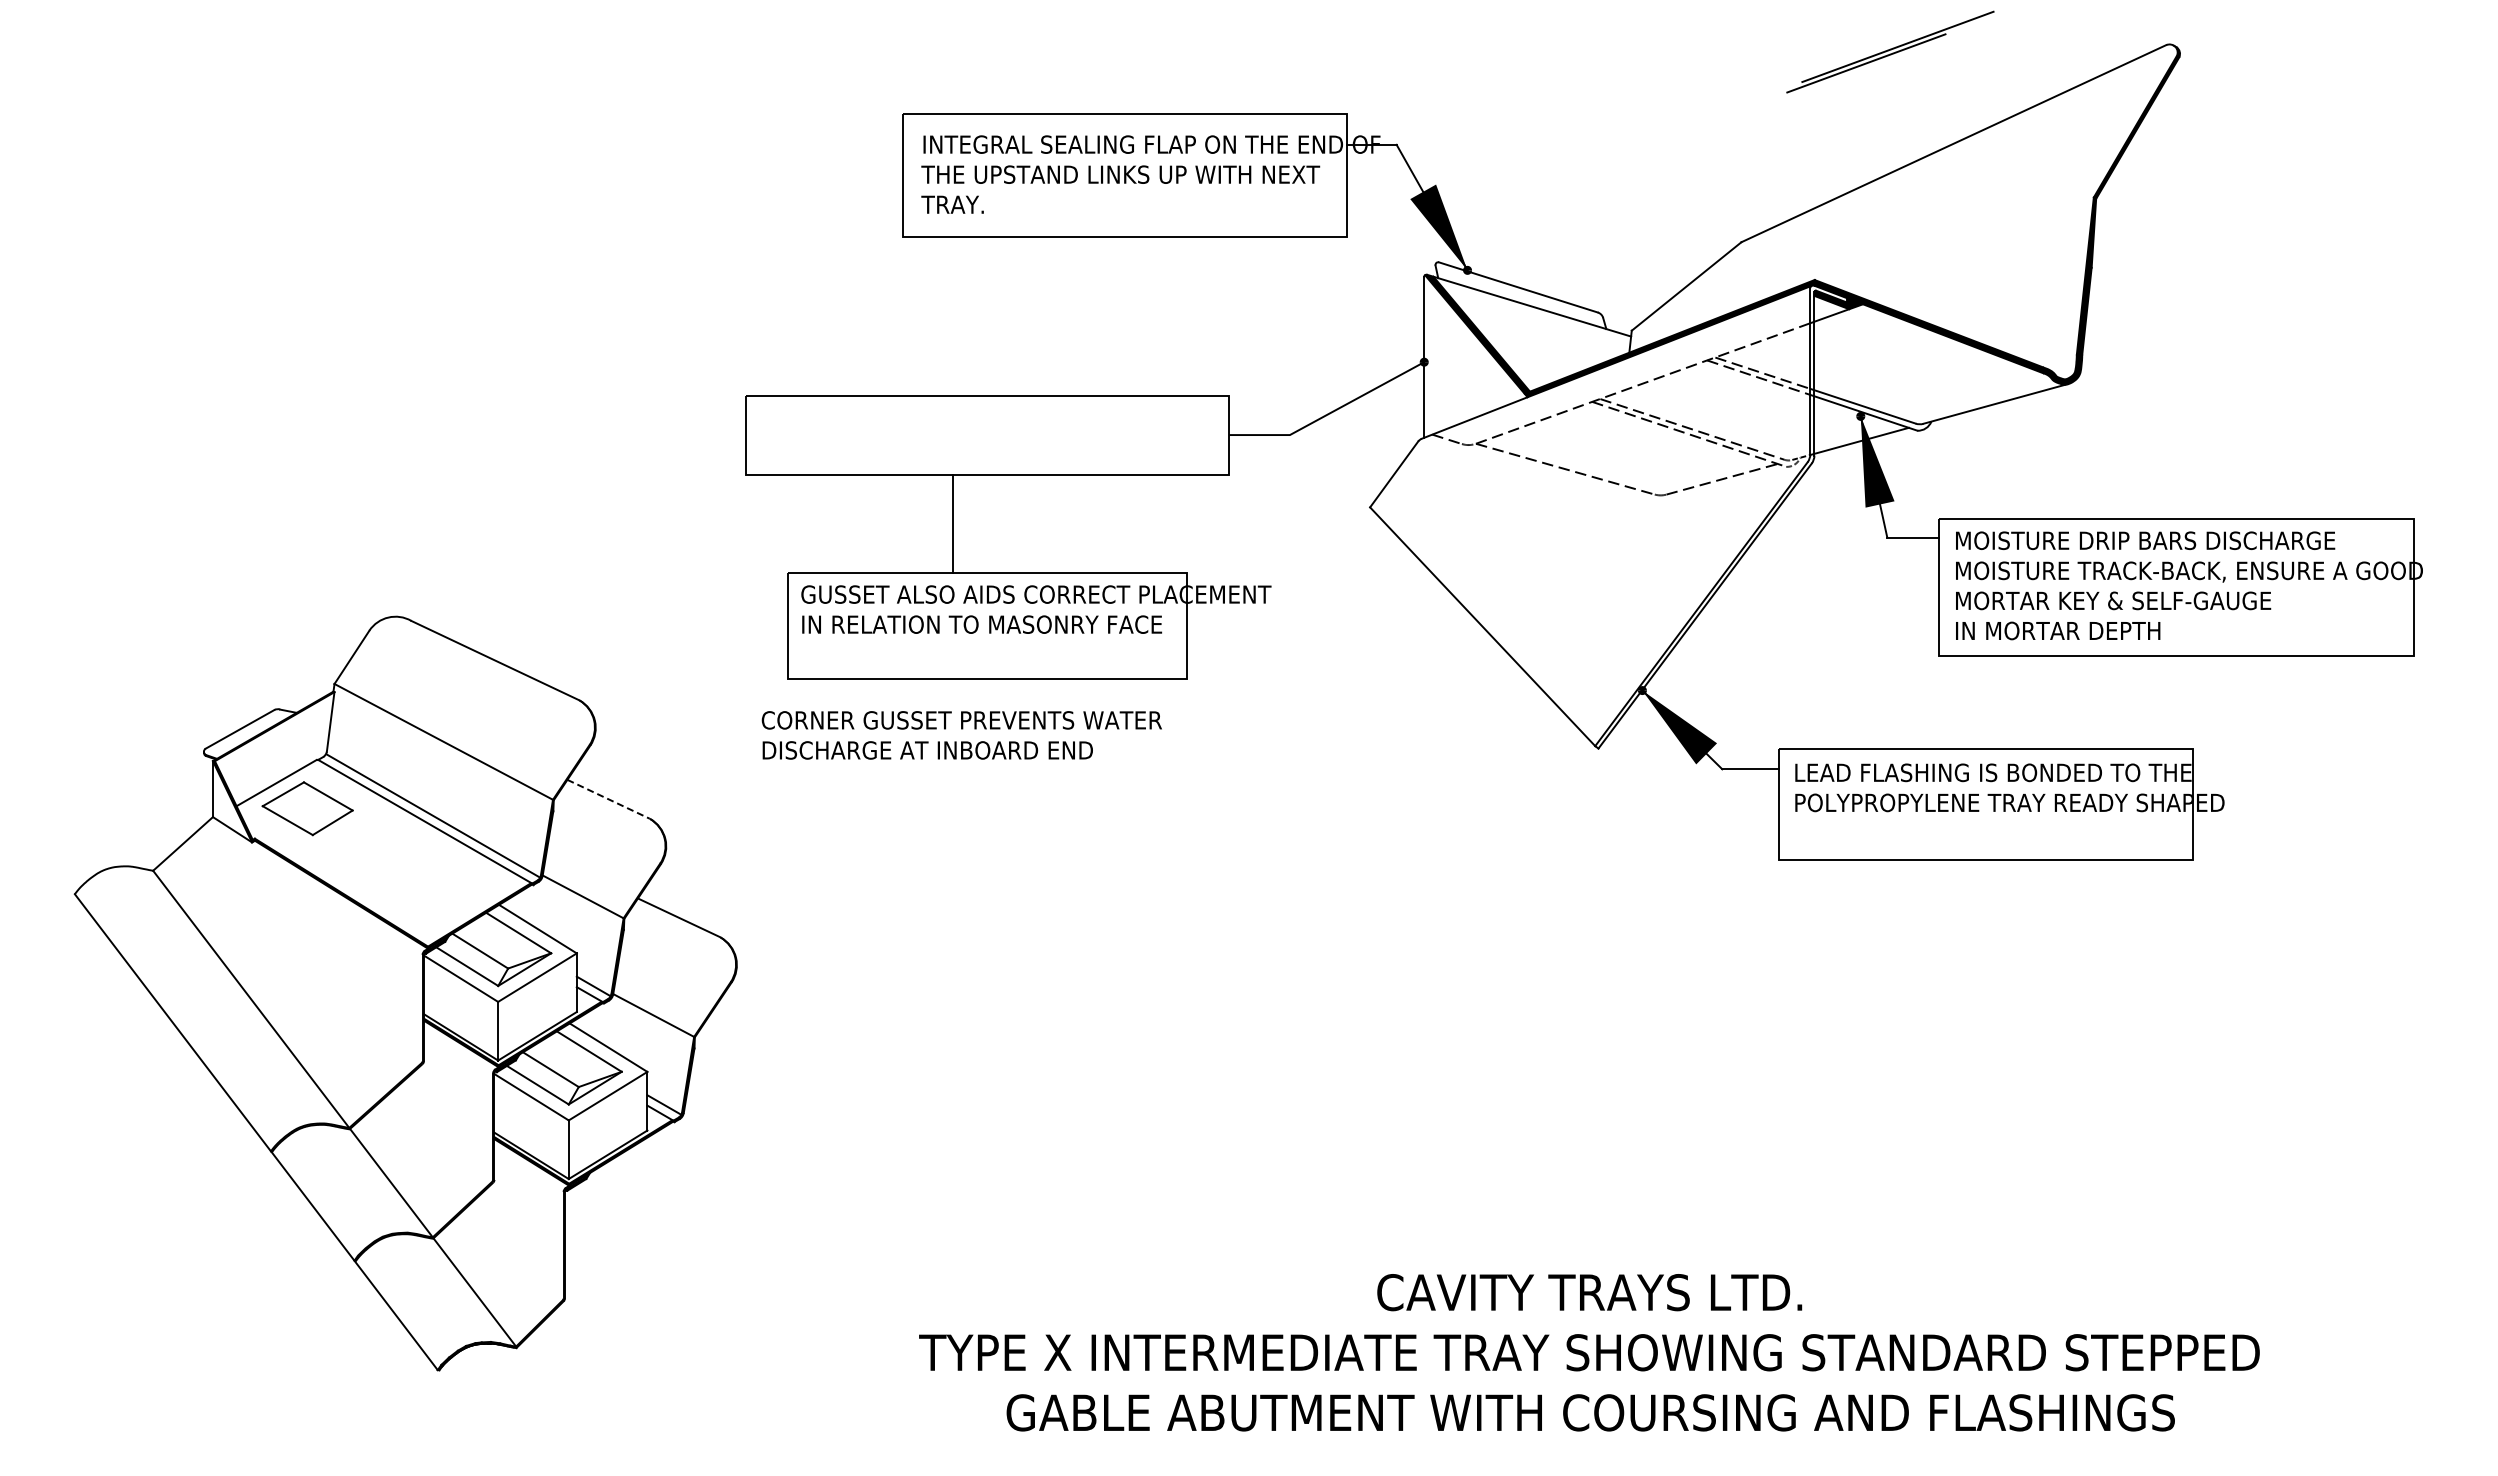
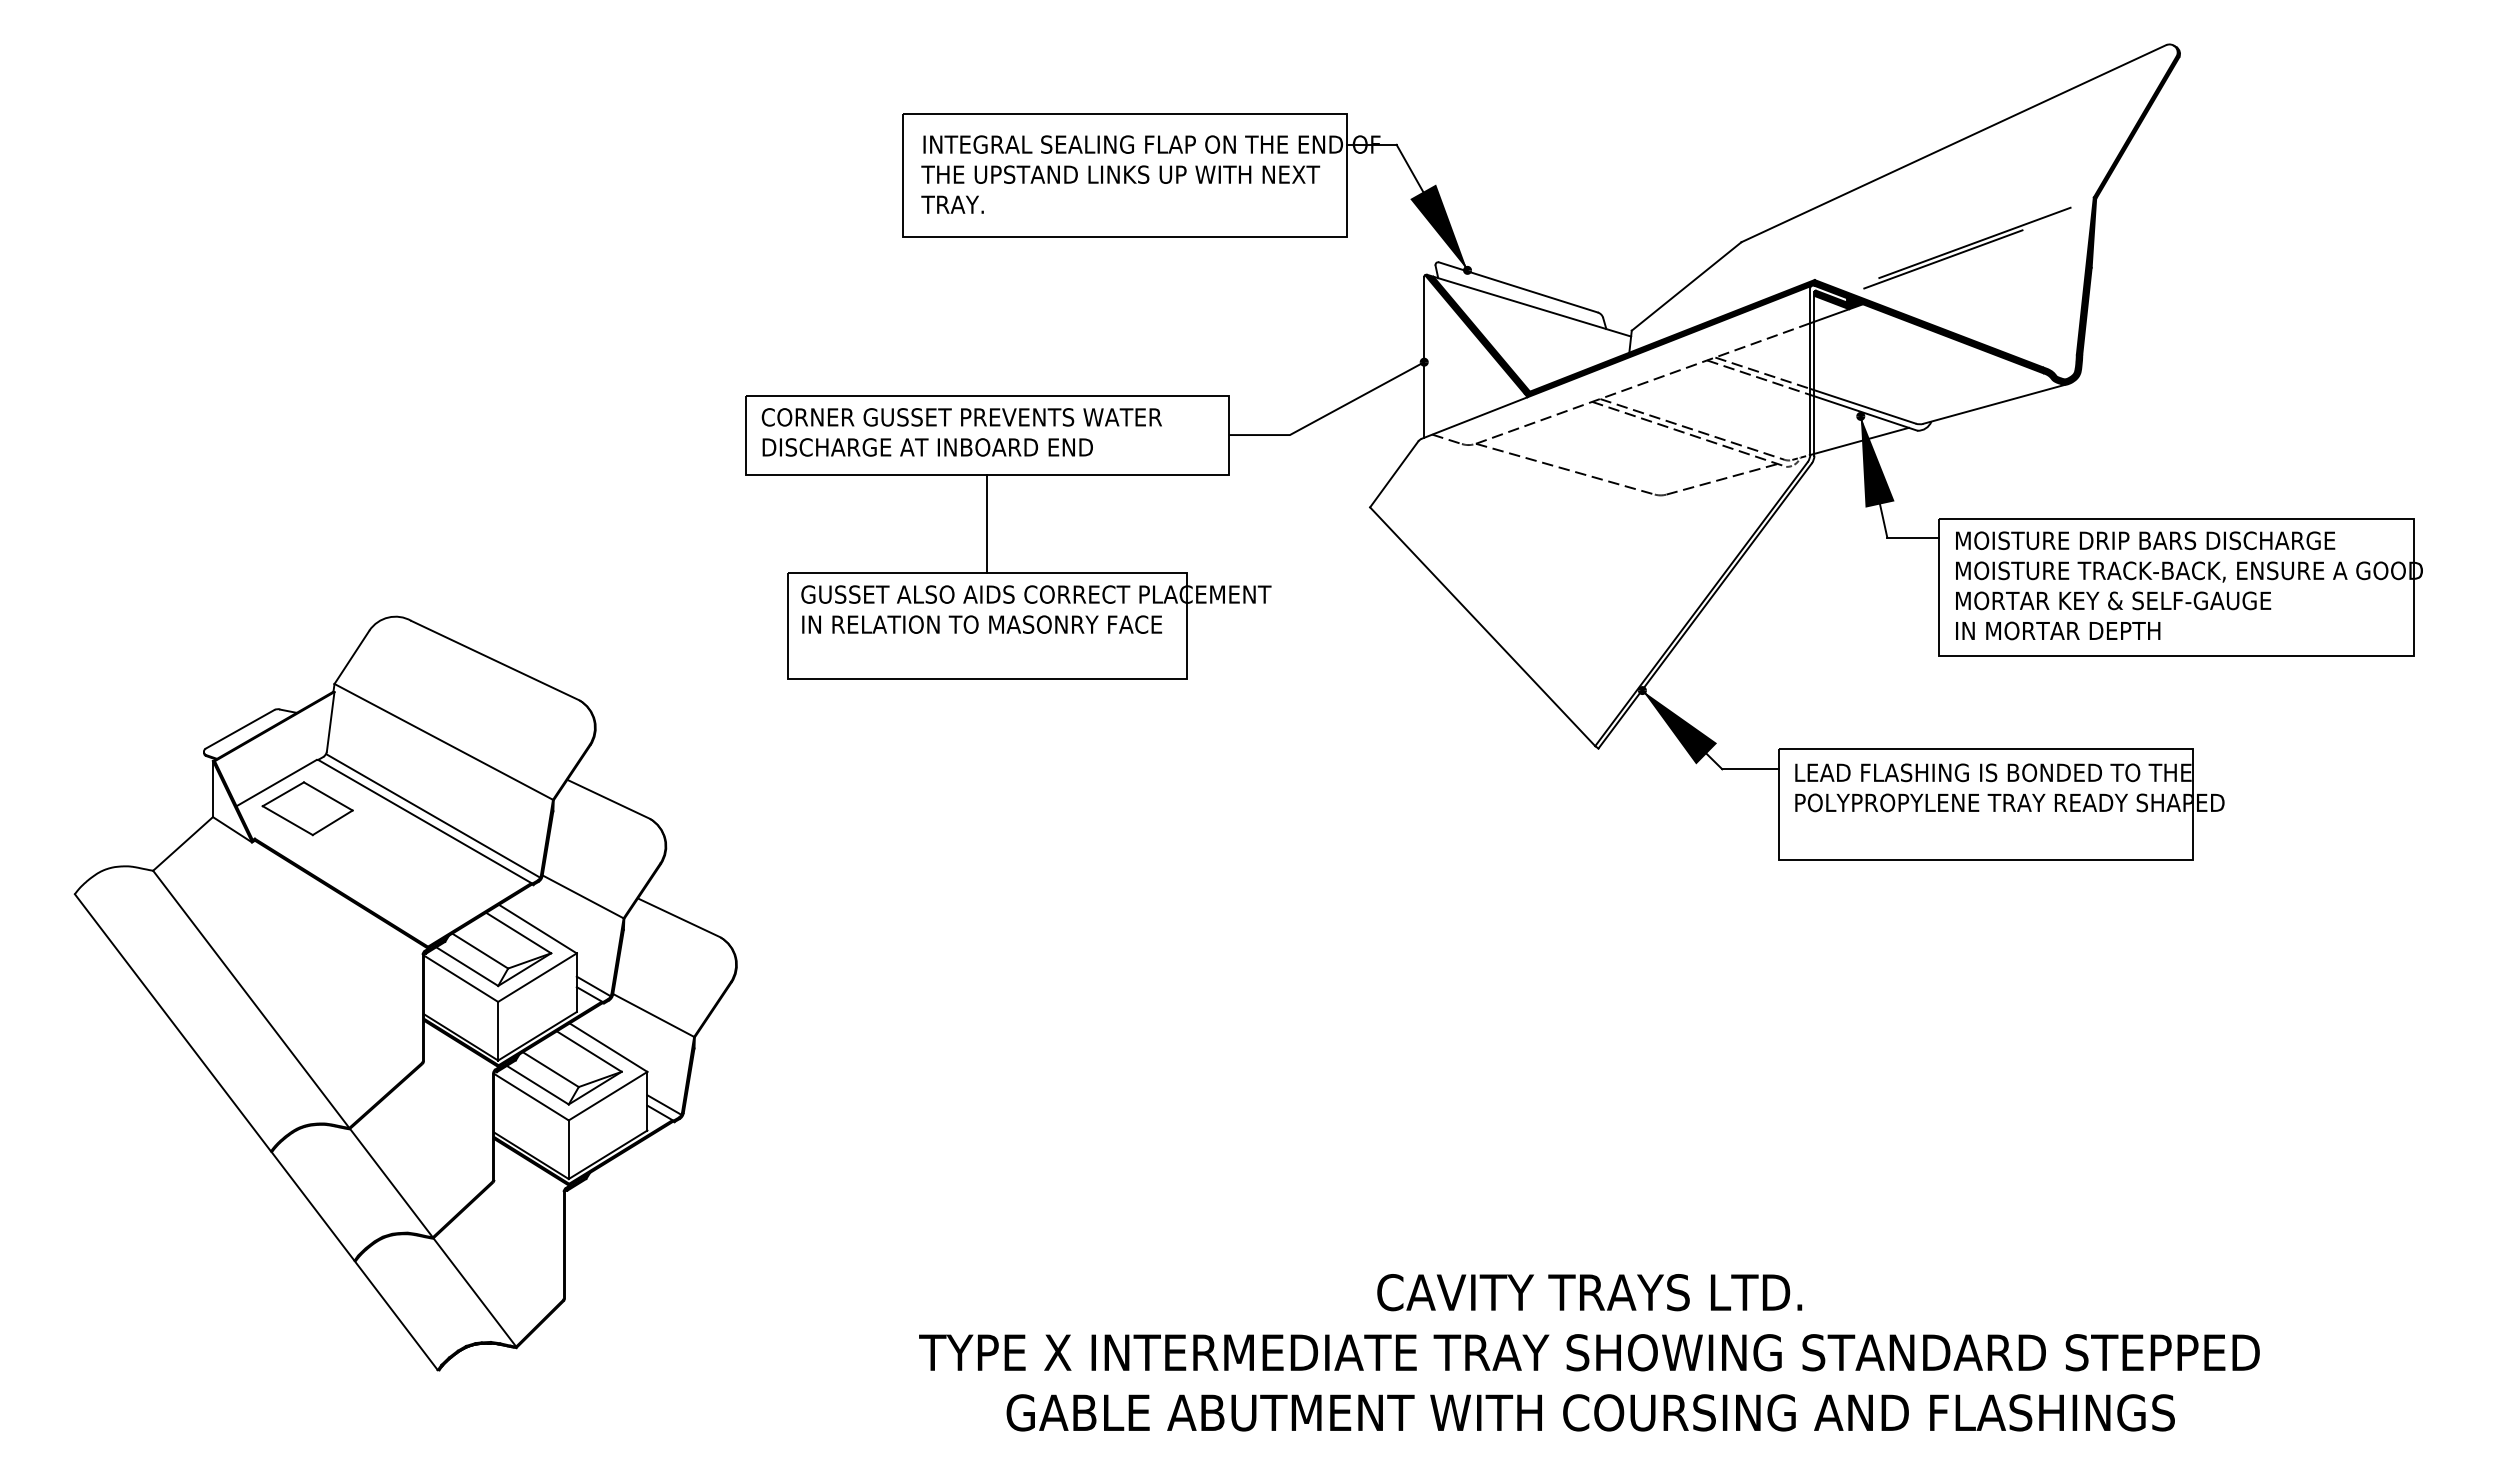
part at (1890, 51) position: (1890, 51) -> (1967, 247)
line at (953, 523) position: (953, 523) -> (987, 523)
text at (961, 735) position: (961, 735) -> (961, 432)
line at (608, 799): dashed -> solid
